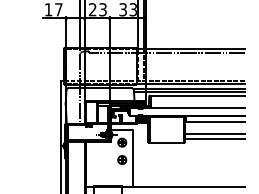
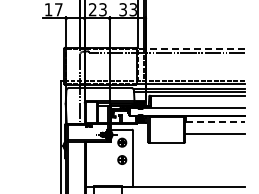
line at (190, 48): solid -> dashed
line at (215, 121): solid -> dashed
line at (215, 139): present -> none
